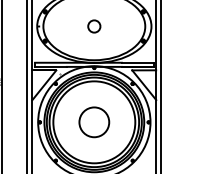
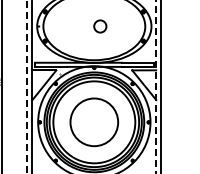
circle at (94, 26) position: (94, 26) -> (100, 26)
line at (27, 87): solid -> dashed
line at (156, 87): solid -> dashed
circle at (94, 122) diameter: 30 px -> 48 px
